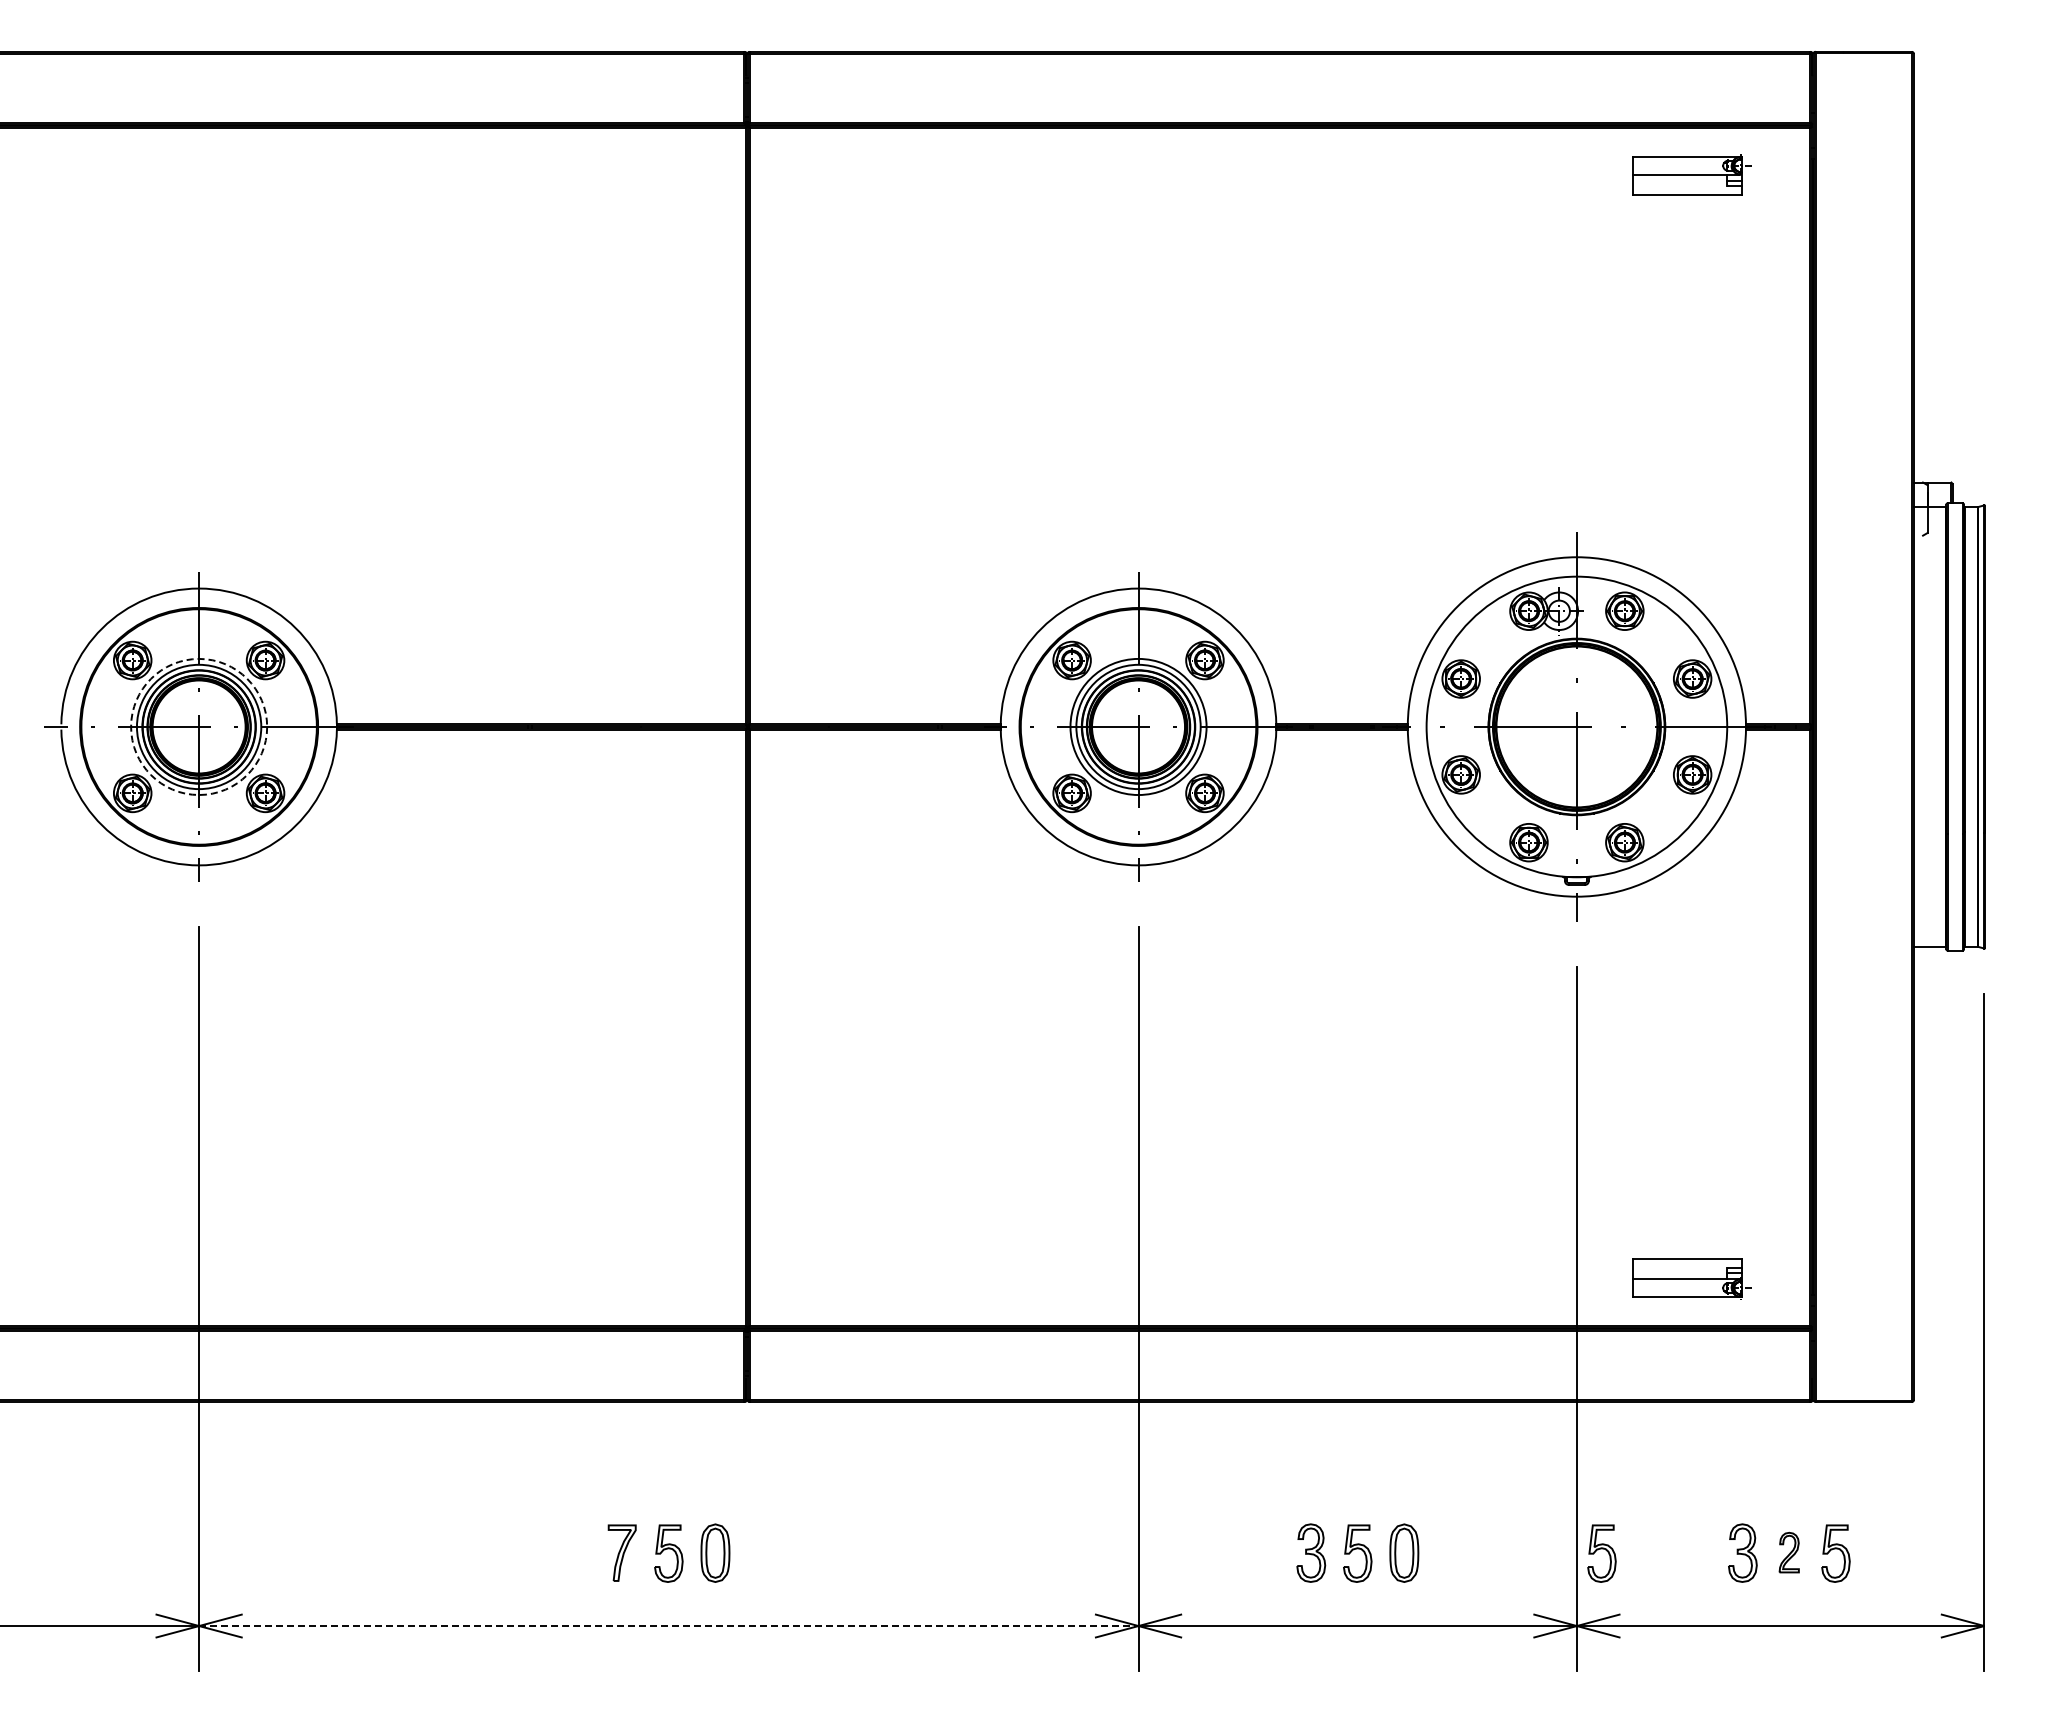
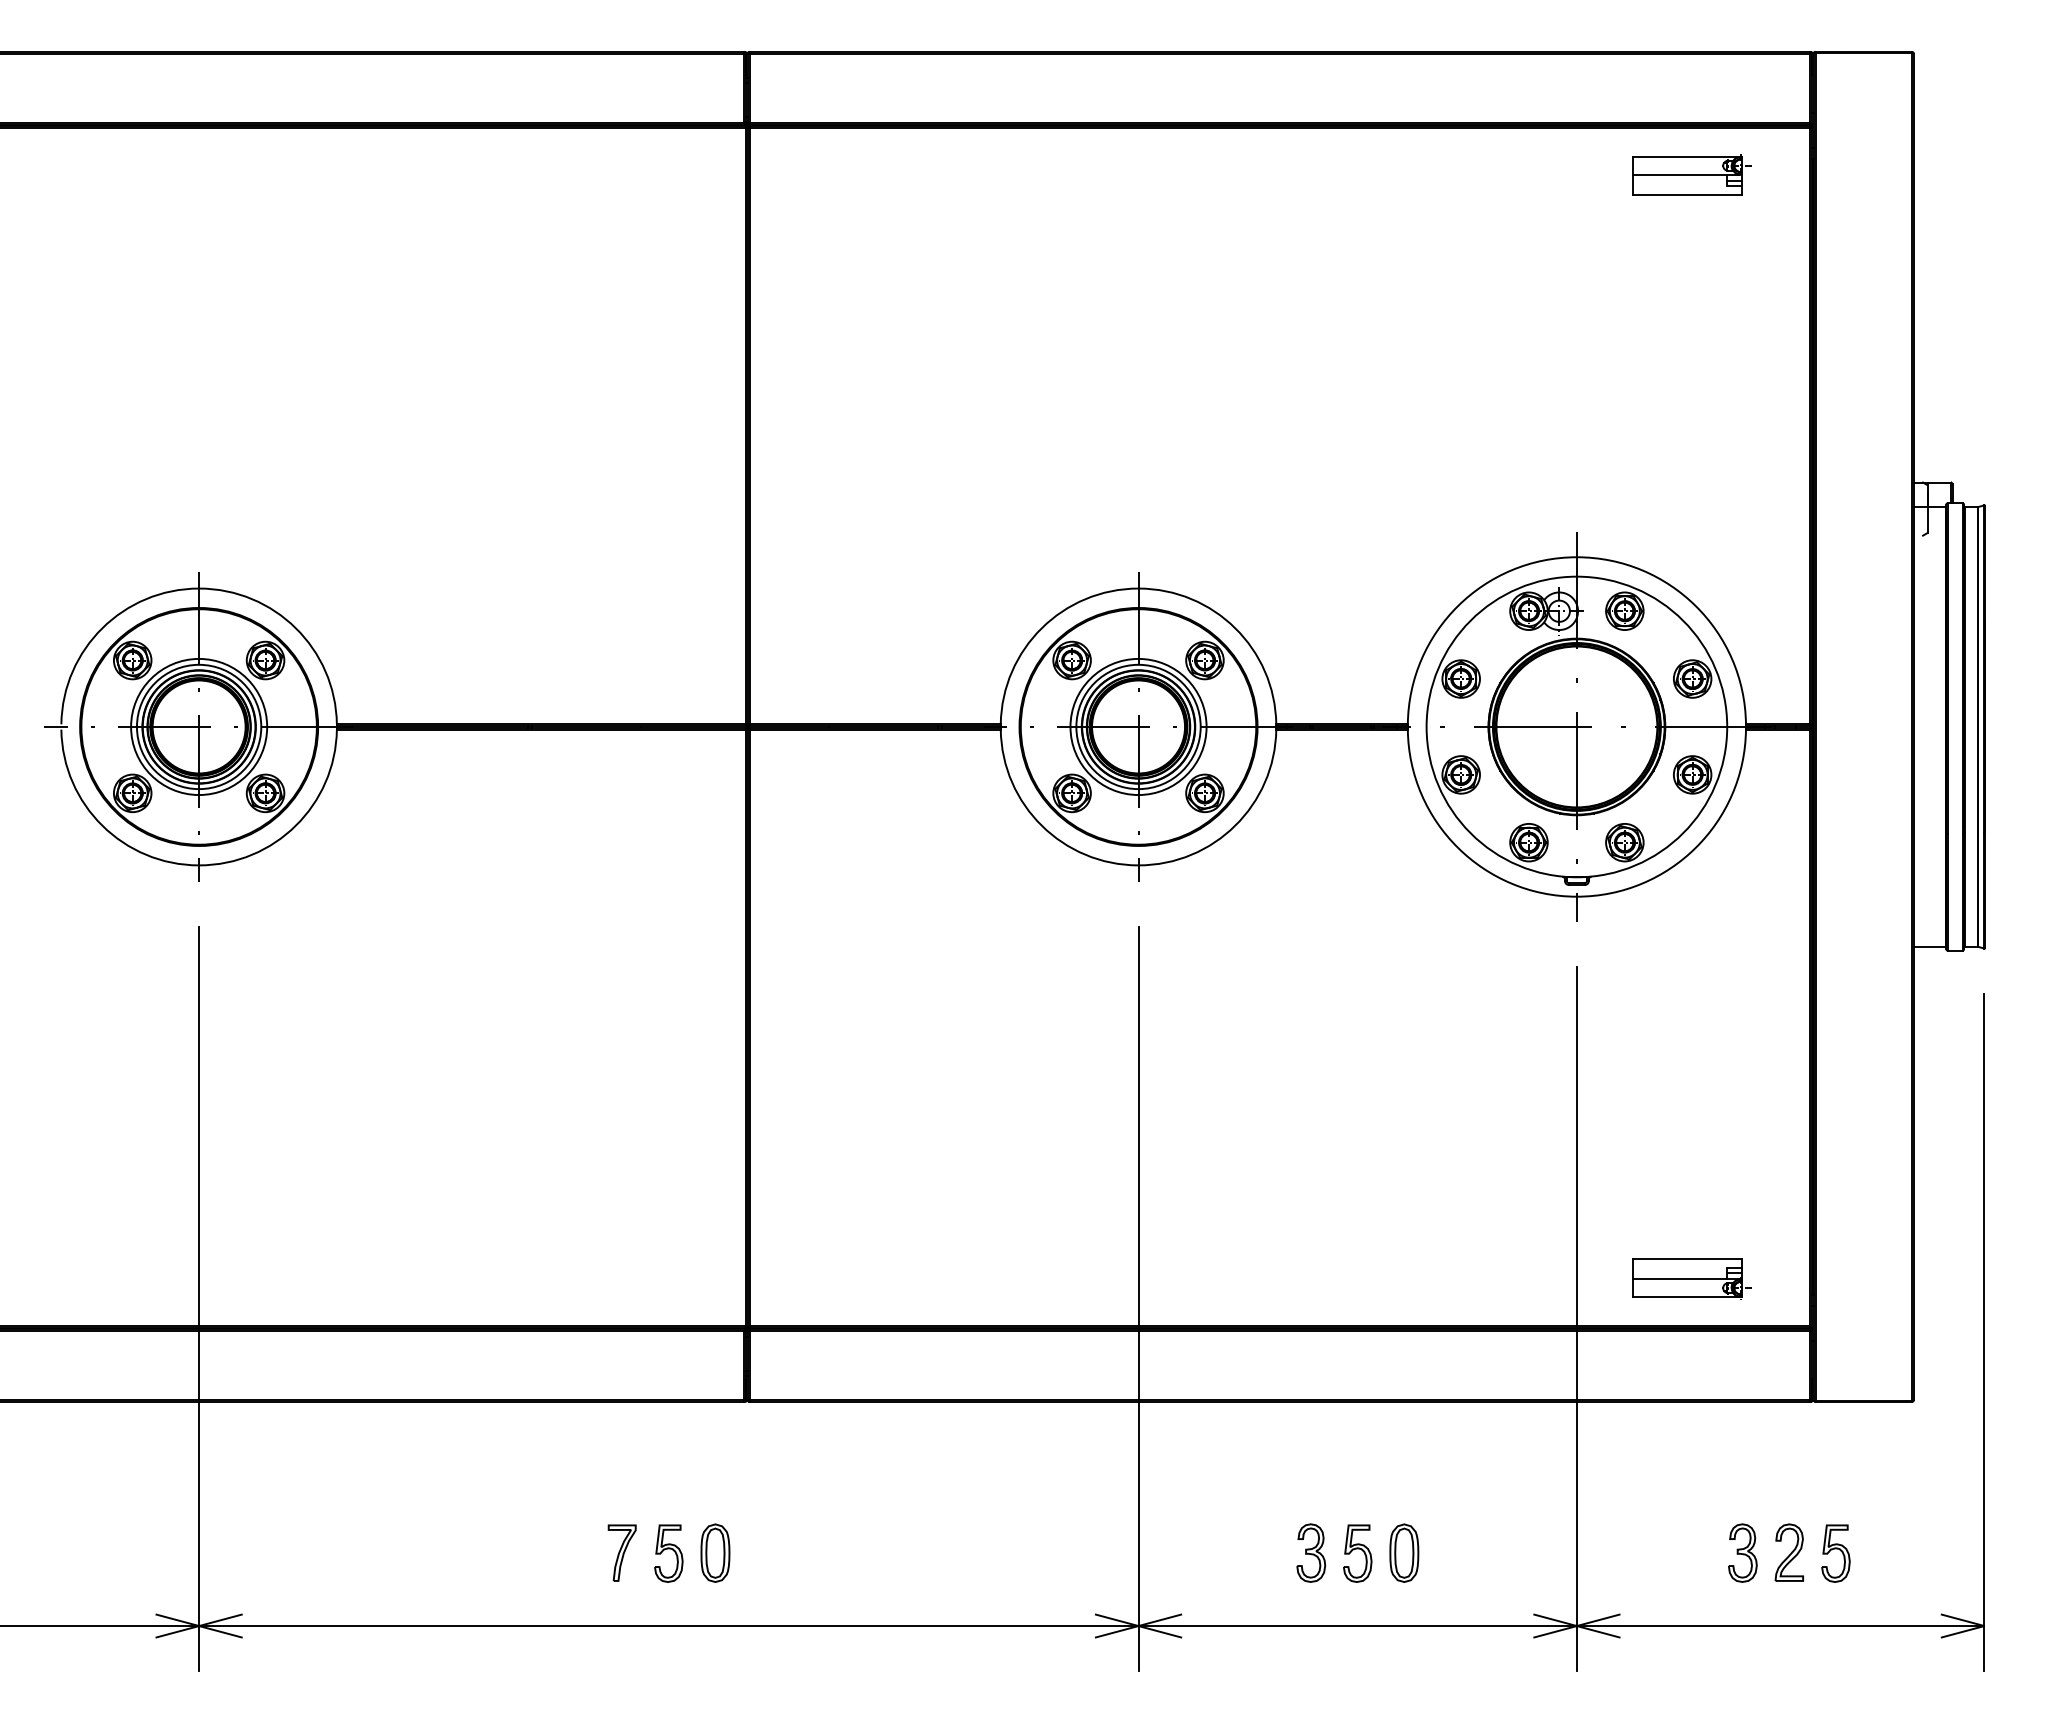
circle at (199, 726): dashed -> solid
part at (1788, 1552) size: 22x43 px -> 30x59 px
part at (1601, 1553): present -> none
line at (668, 1626): dashed -> solid
